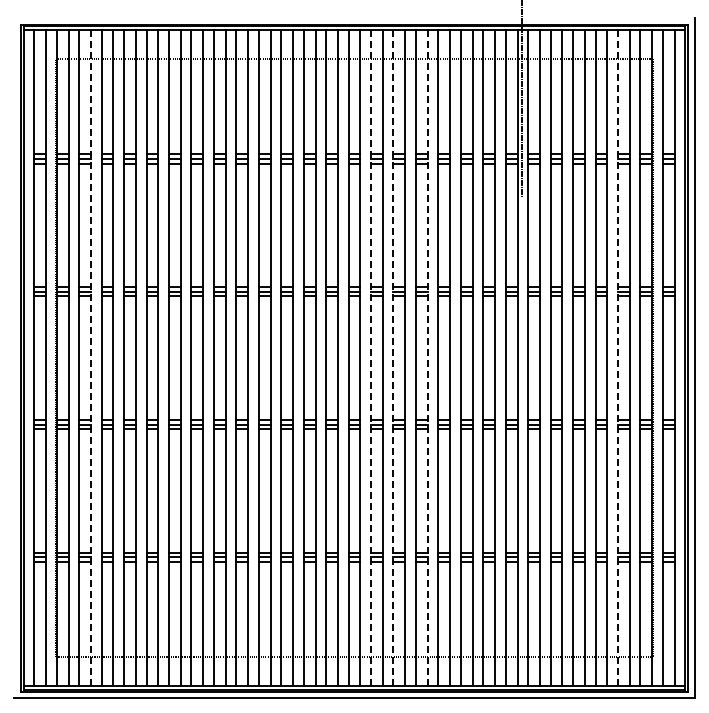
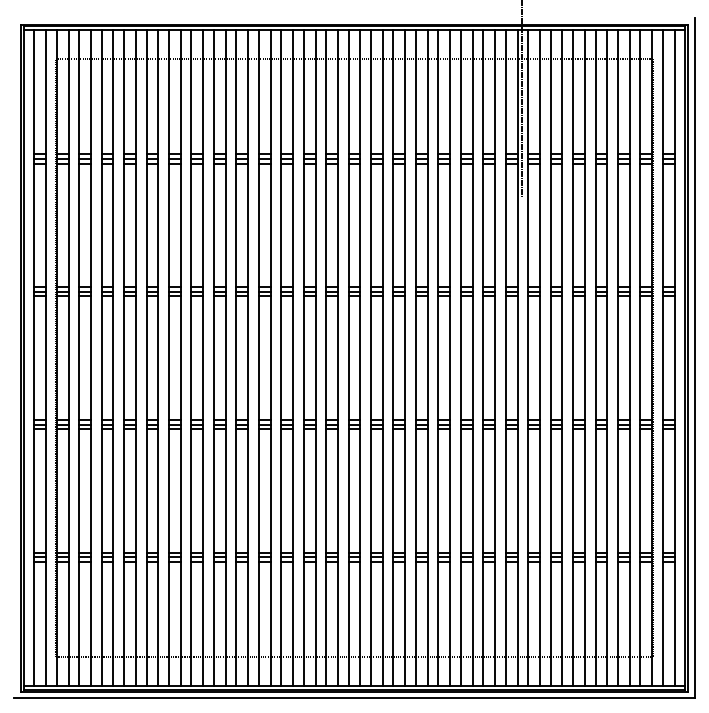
line at (617, 357): dashed -> solid
line at (91, 358): dashed -> solid
line at (371, 358): dashed -> solid
line at (393, 358): dashed -> solid
line at (427, 358): dashed -> solid
